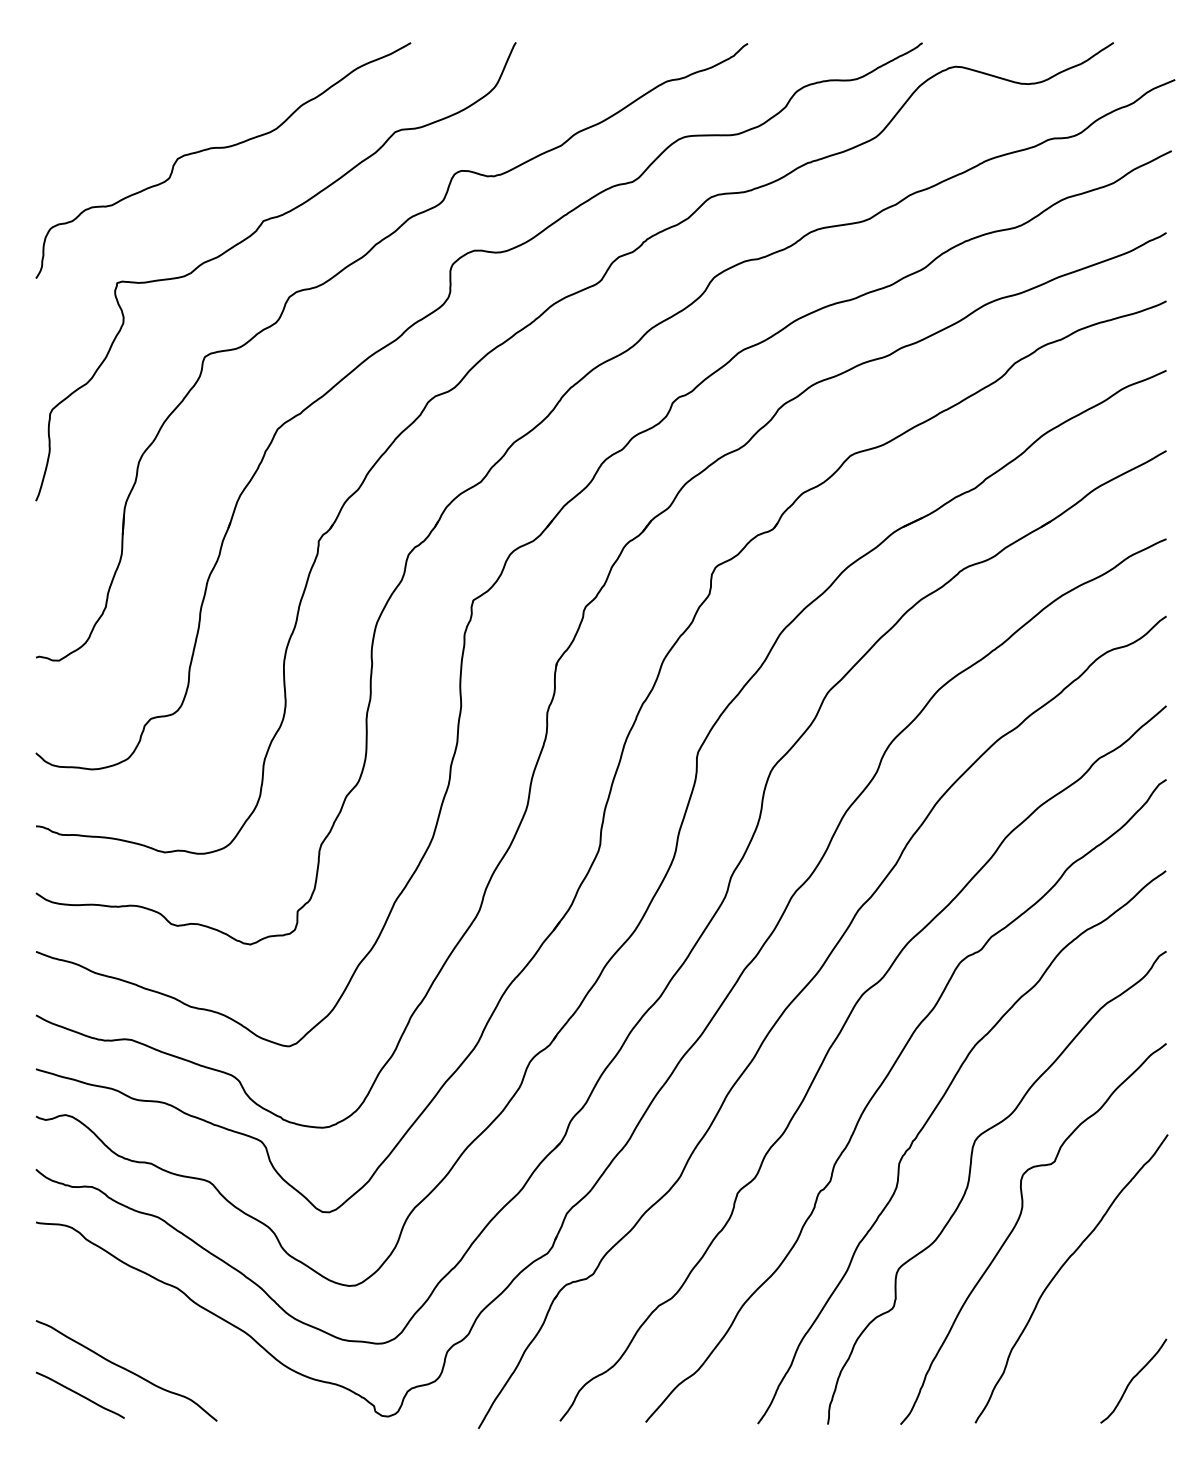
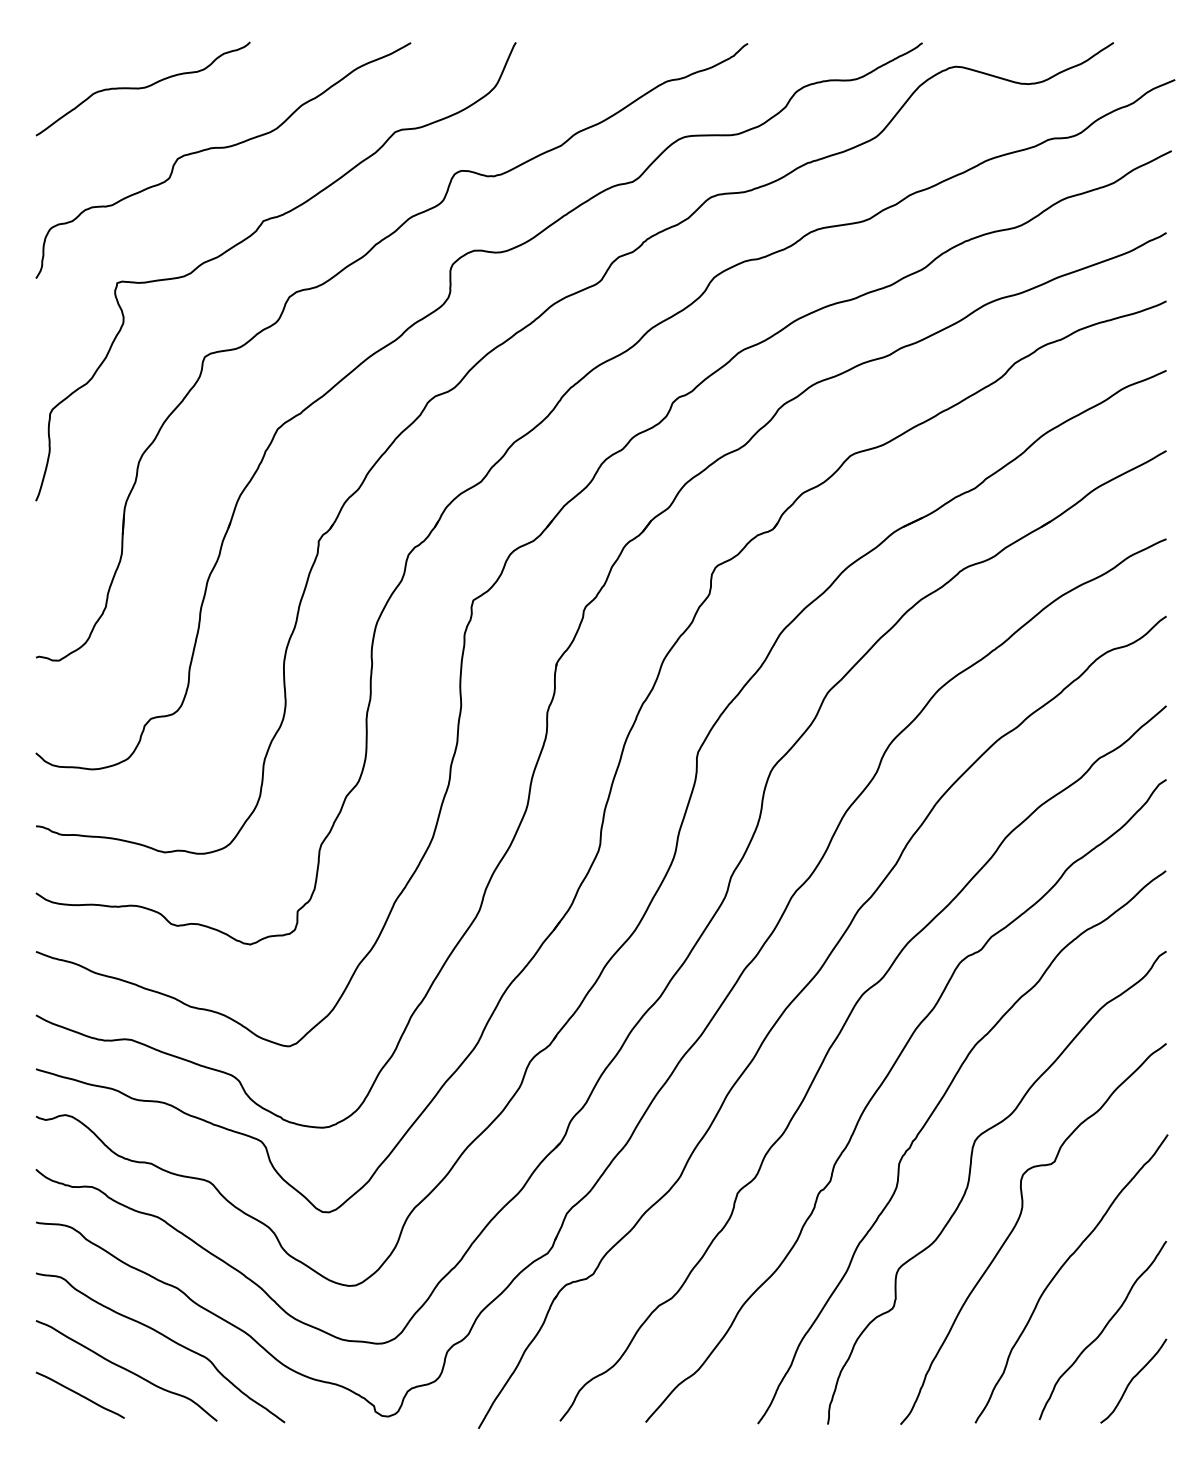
curve at (142, 88): none -> present
curve at (1102, 1330): none -> present
curve at (166, 1338): none -> present
